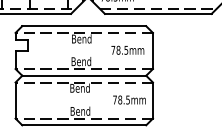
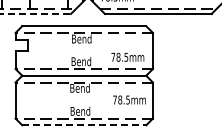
line at (36, 13): solid -> dashed
text at (127, 49) position: (127, 49) -> (127, 56)
line at (84, 125): solid -> dashed
